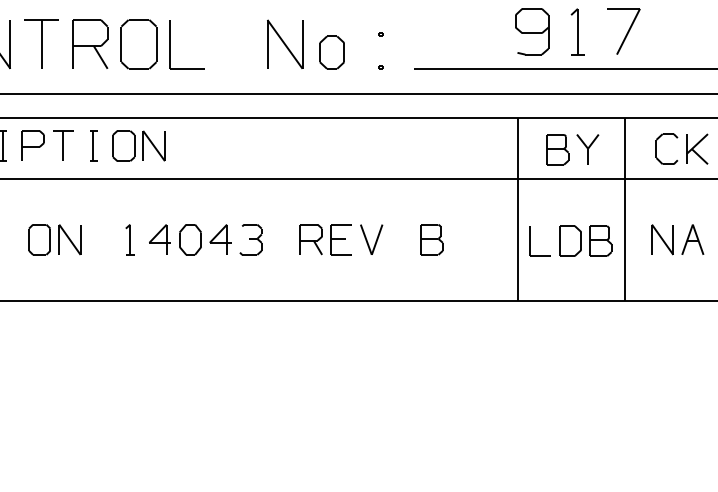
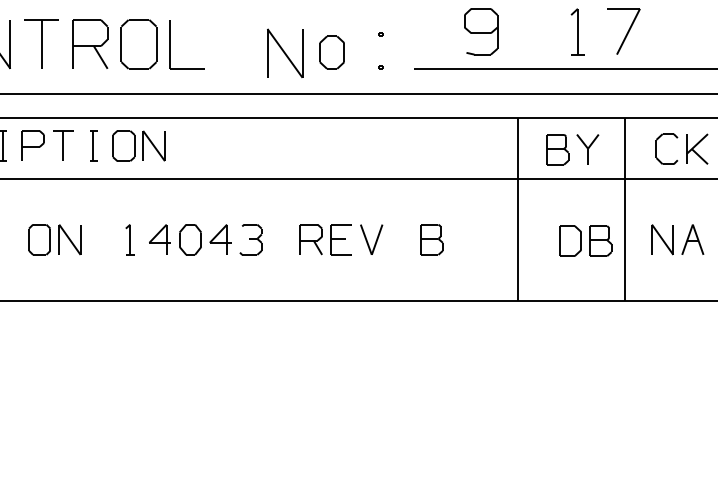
part at (532, 31) position: (532, 31) -> (481, 31)
part at (285, 43) position: (285, 43) -> (285, 52)
part at (530, 241): present -> none
